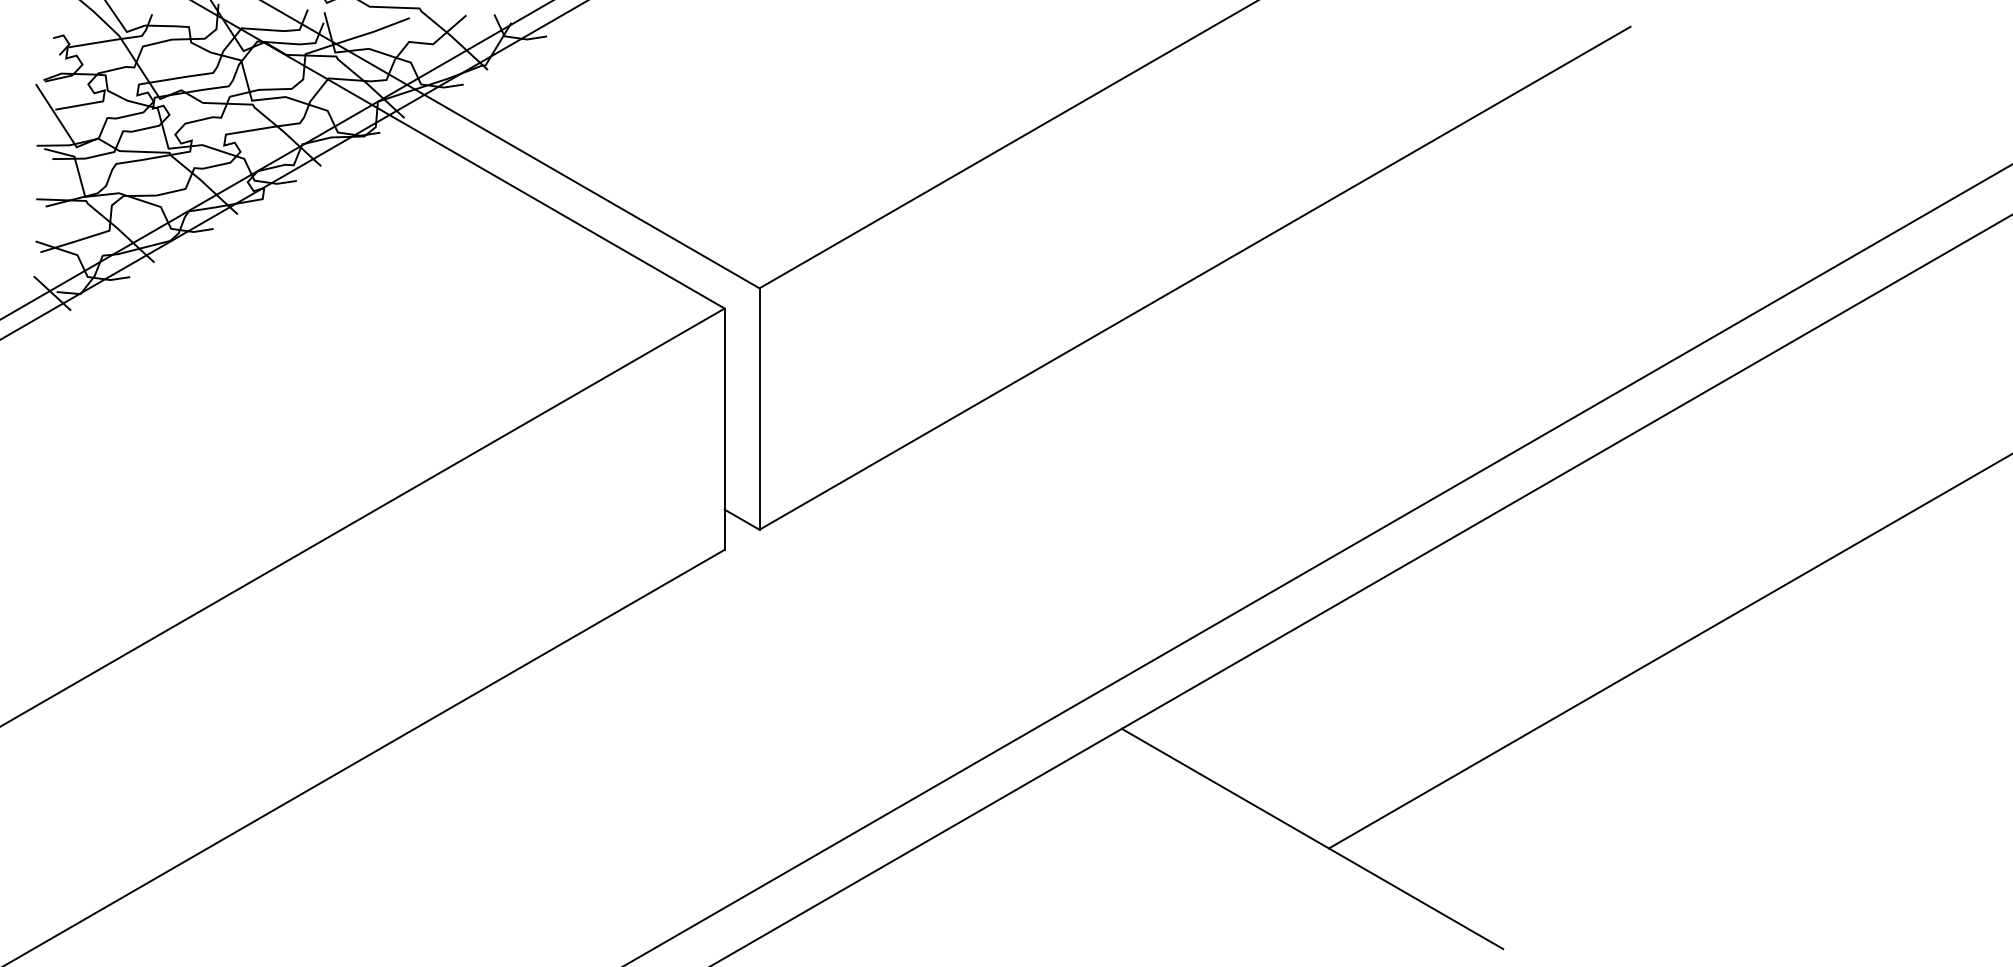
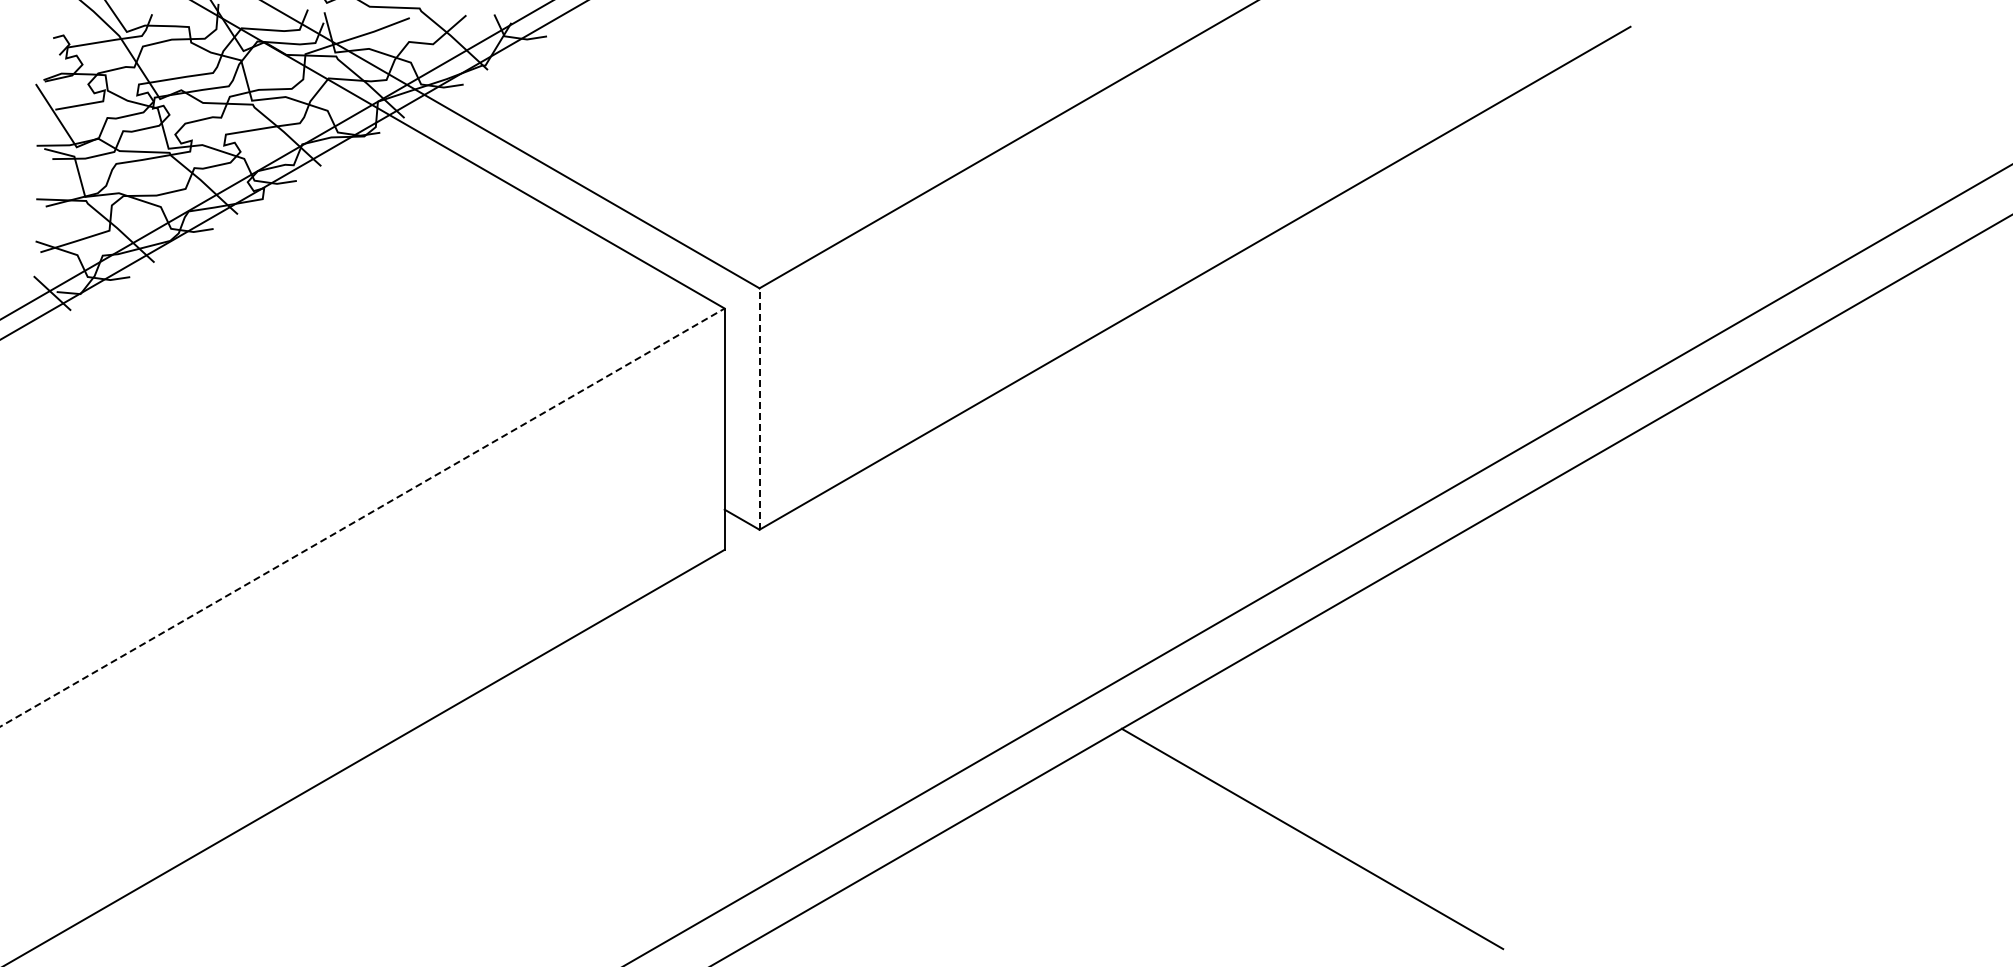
line at (759, 409): solid -> dashed
line at (362, 517): solid -> dashed
line at (1668, 651): present -> none
